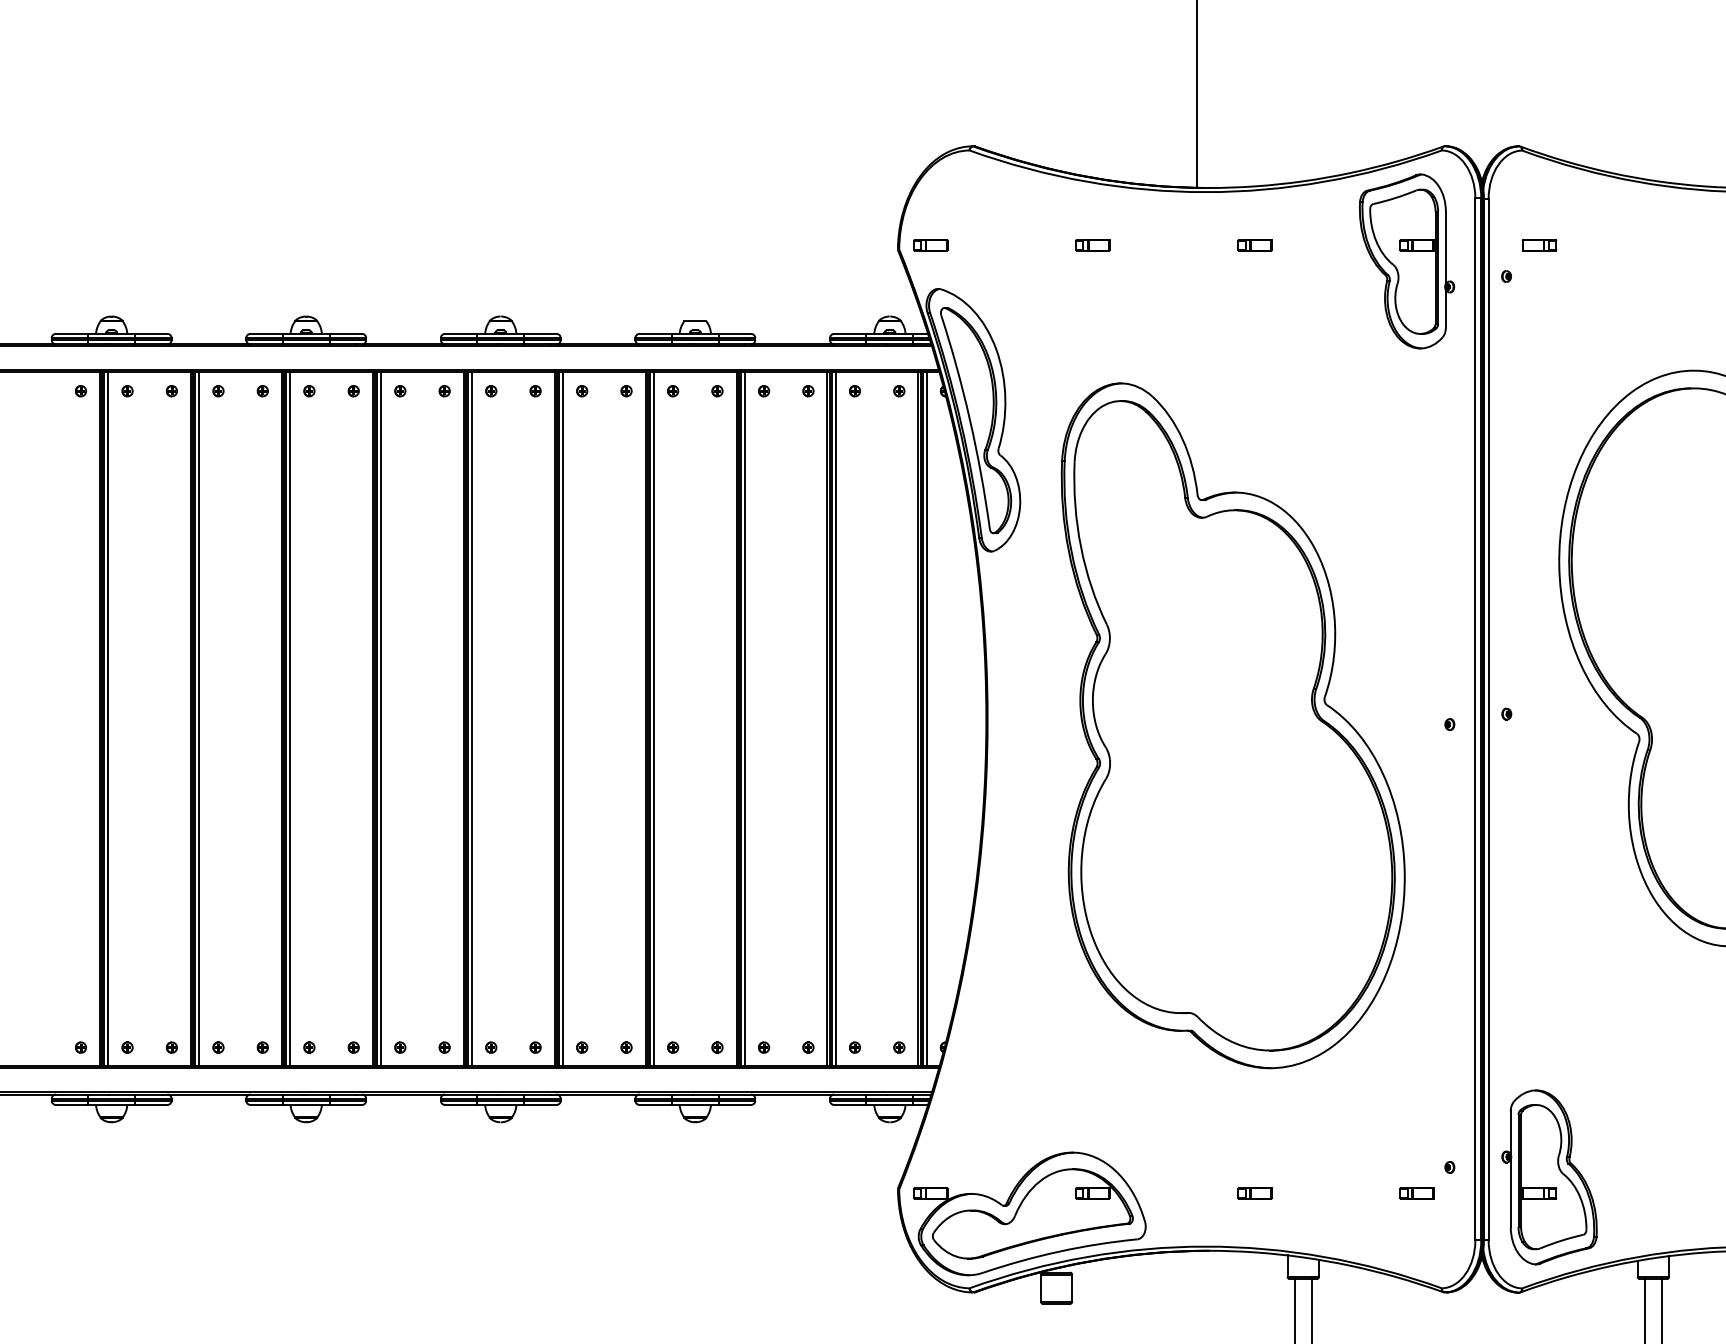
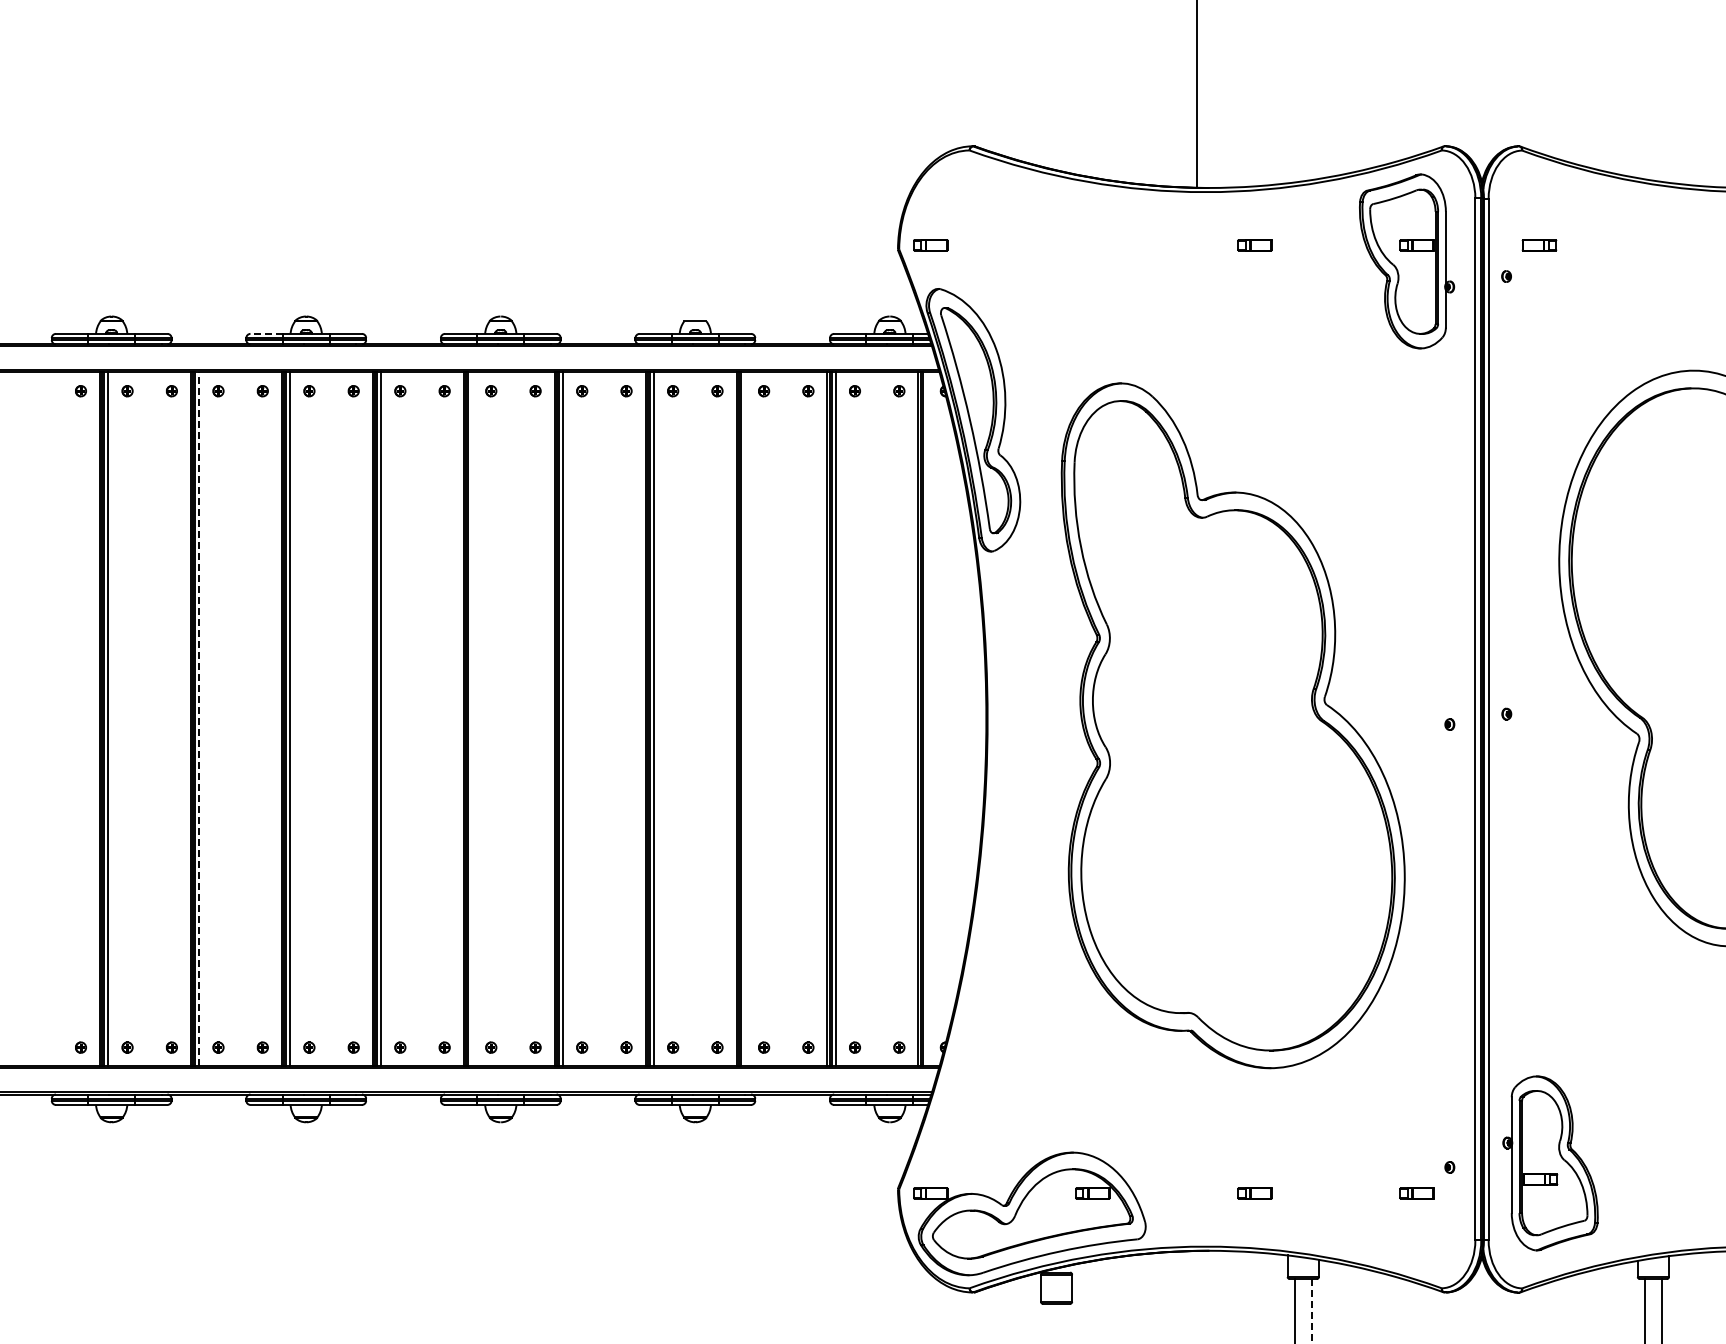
part at (1092, 245): present -> none
line at (266, 333): solid -> dashed
line at (199, 719): solid -> dashed
line at (471, 719): present -> none
line at (744, 719): present -> none
line at (926, 719): present -> none
part at (1549, 1177) position: (1549, 1177) -> (1550, 1163)
line at (1311, 1312): solid -> dashed
